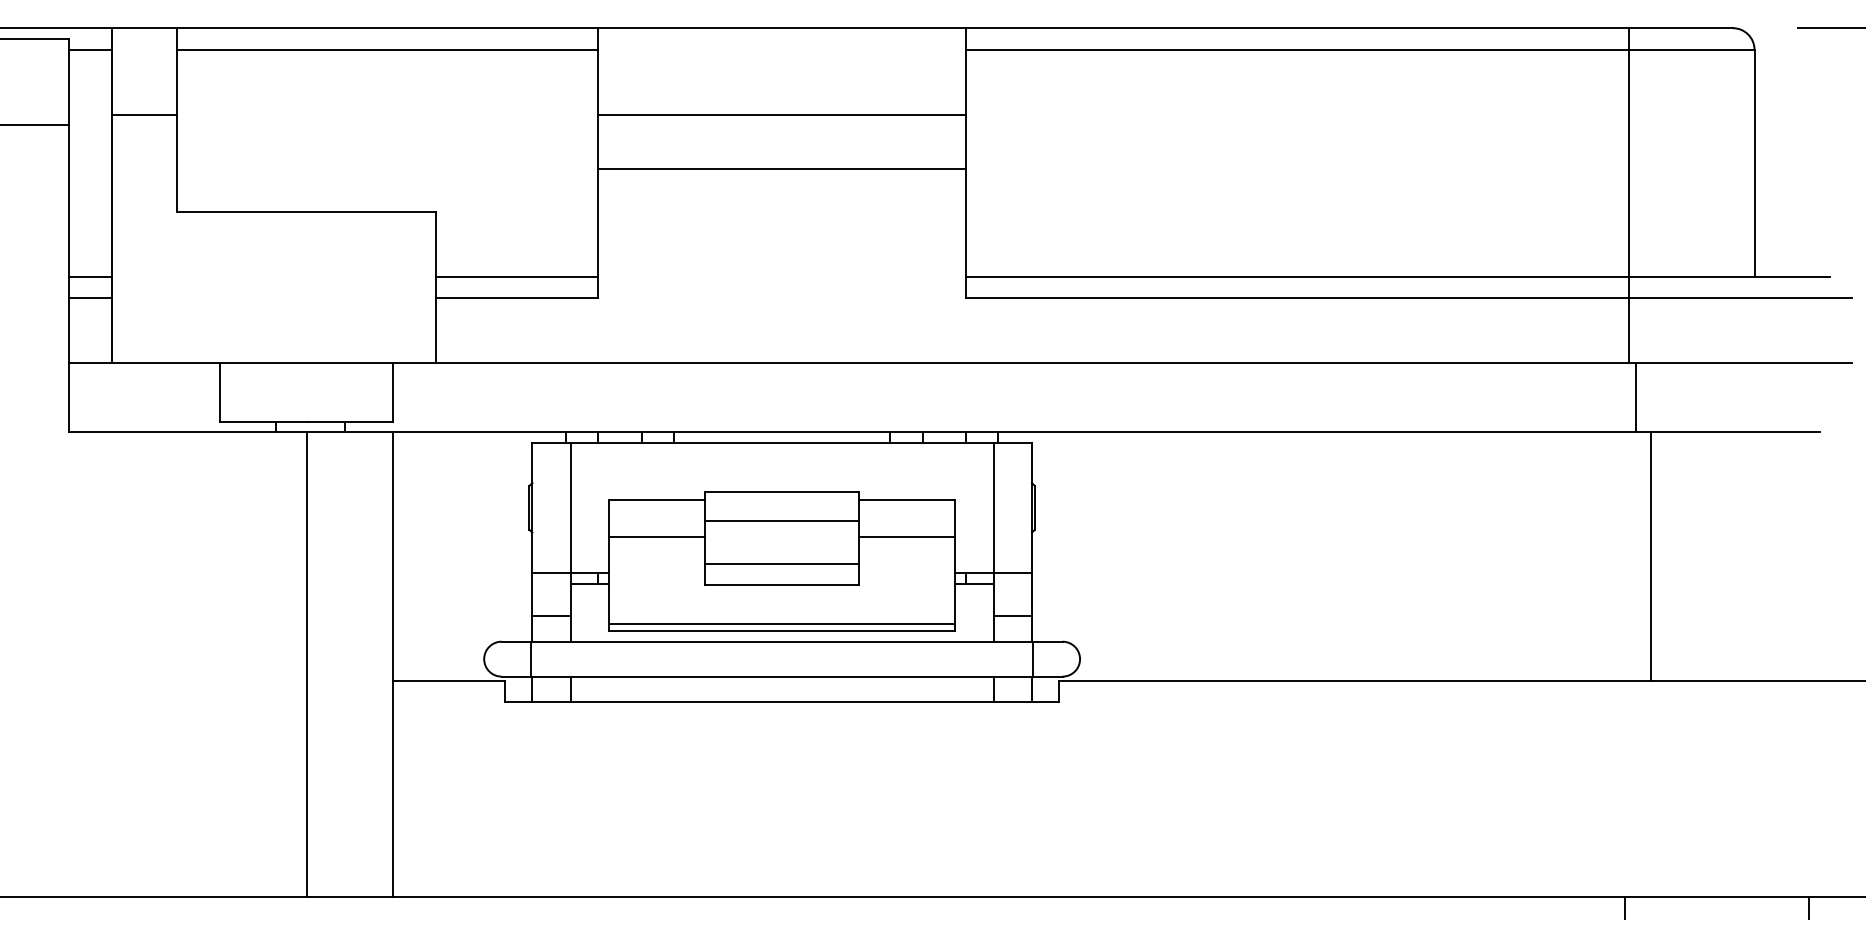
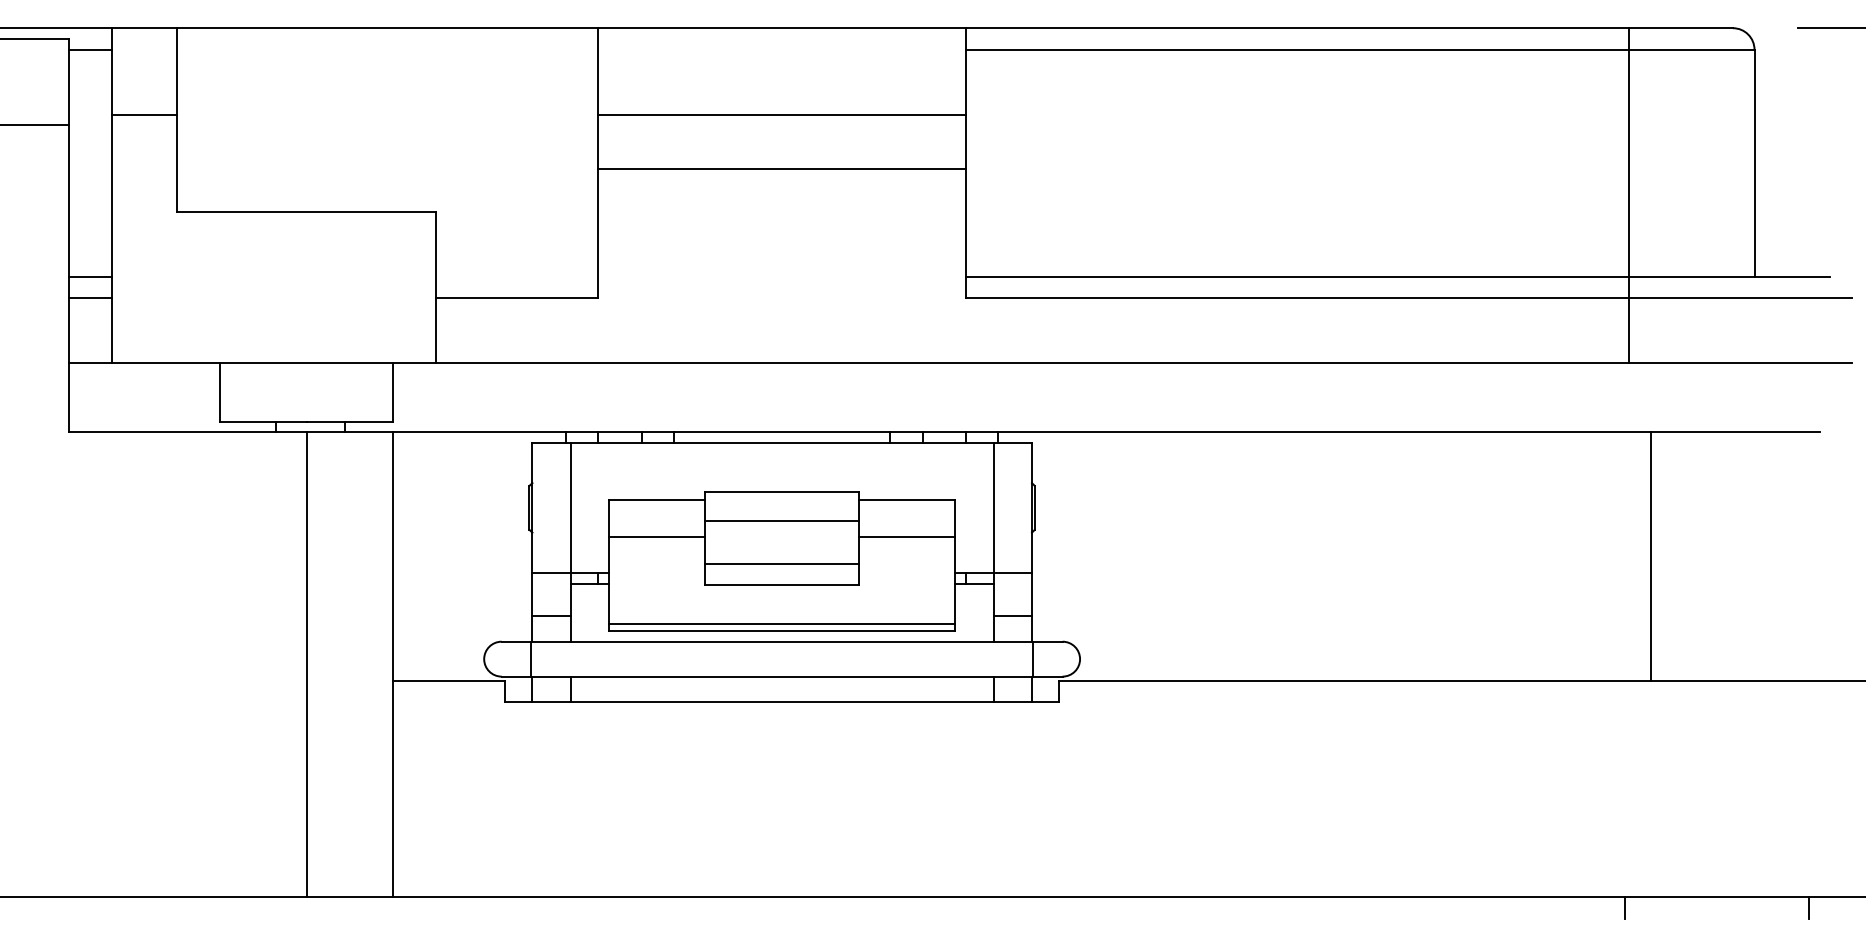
line at (387, 49): present -> none
line at (517, 276): present -> none
line at (1635, 397): present -> none
